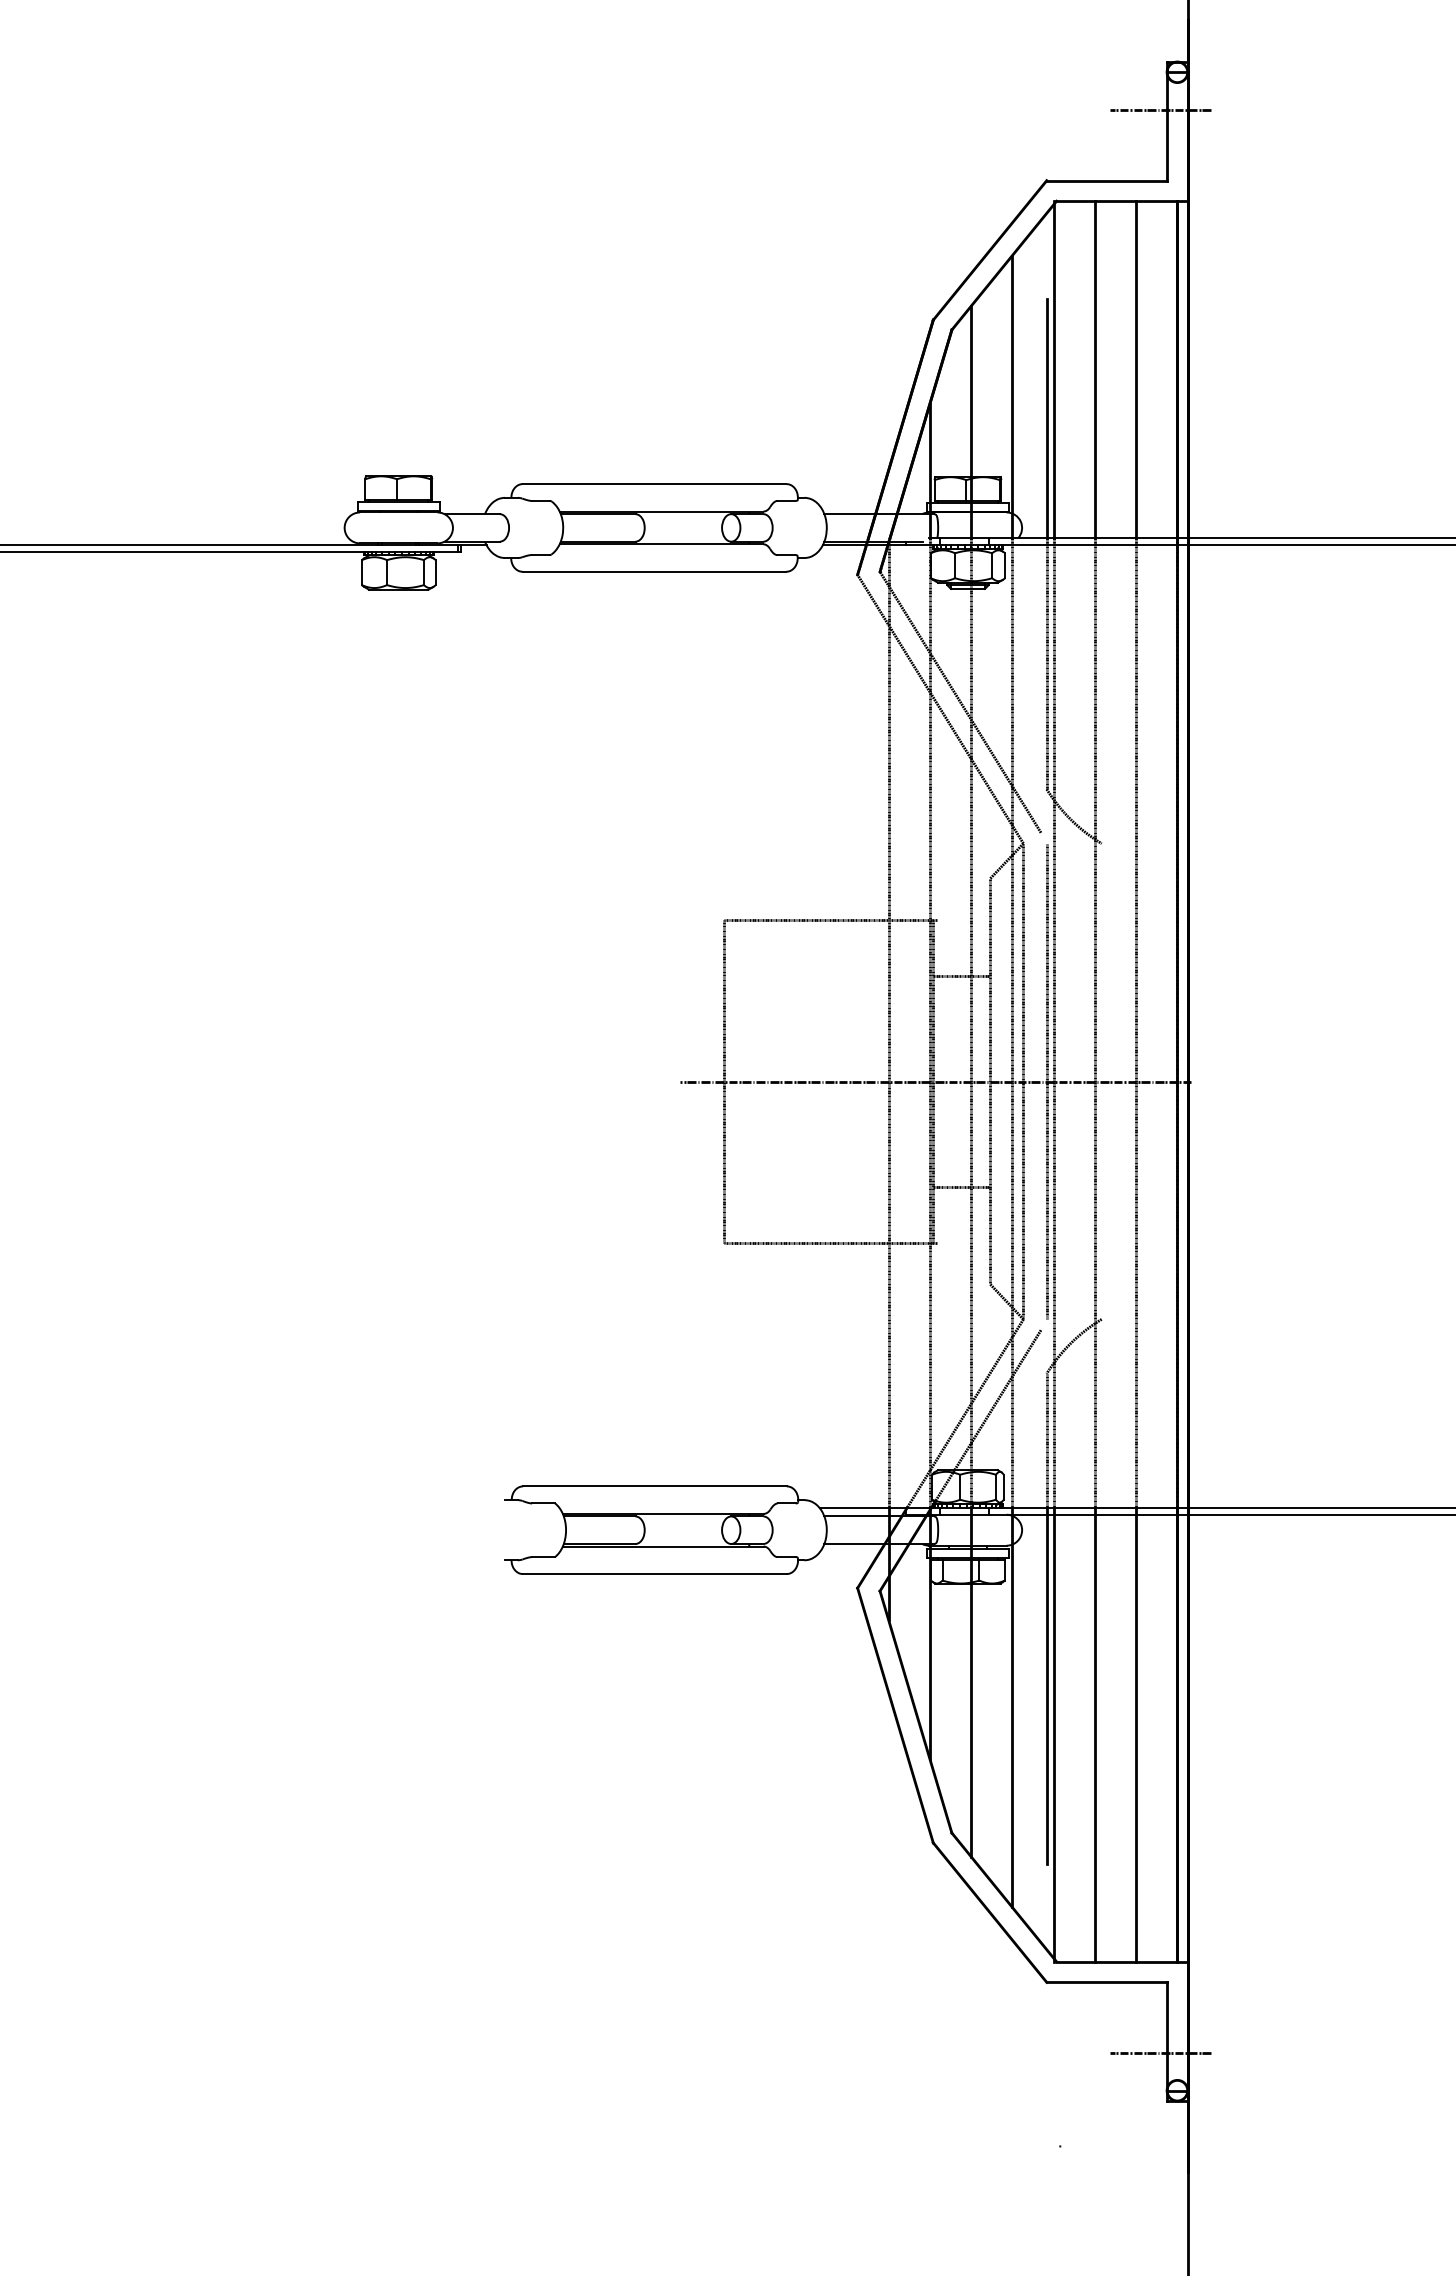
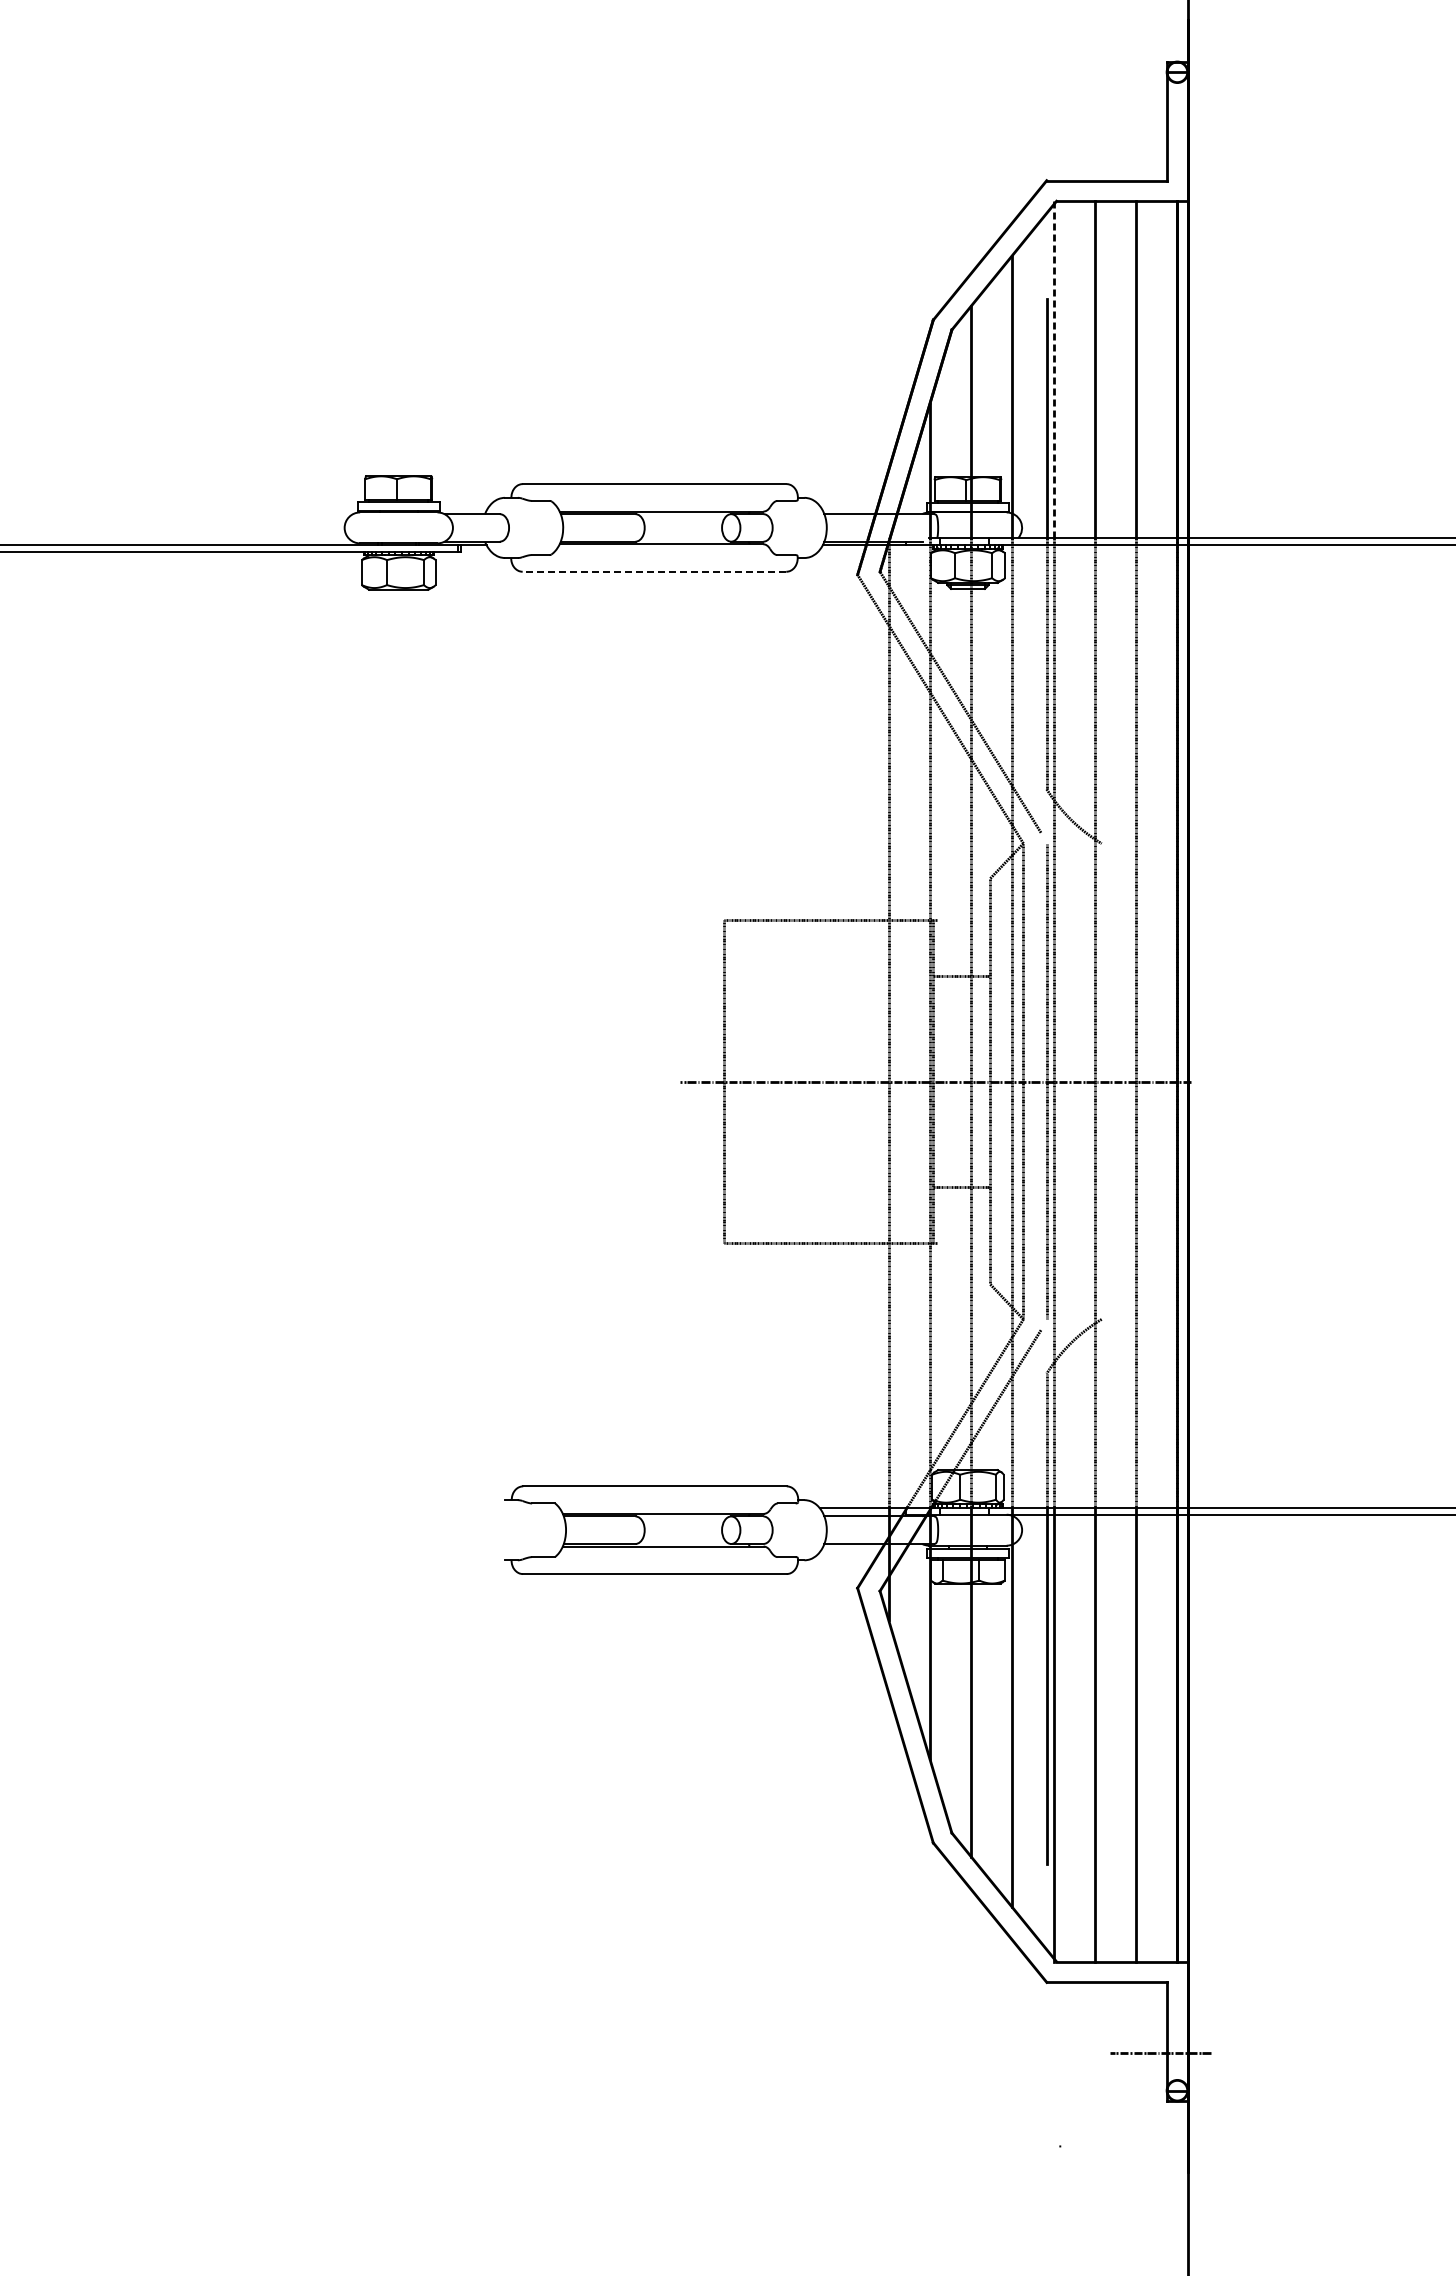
line at (1159, 110): present -> none
line at (1053, 370): solid -> dashed
line at (654, 571): solid -> dashed
